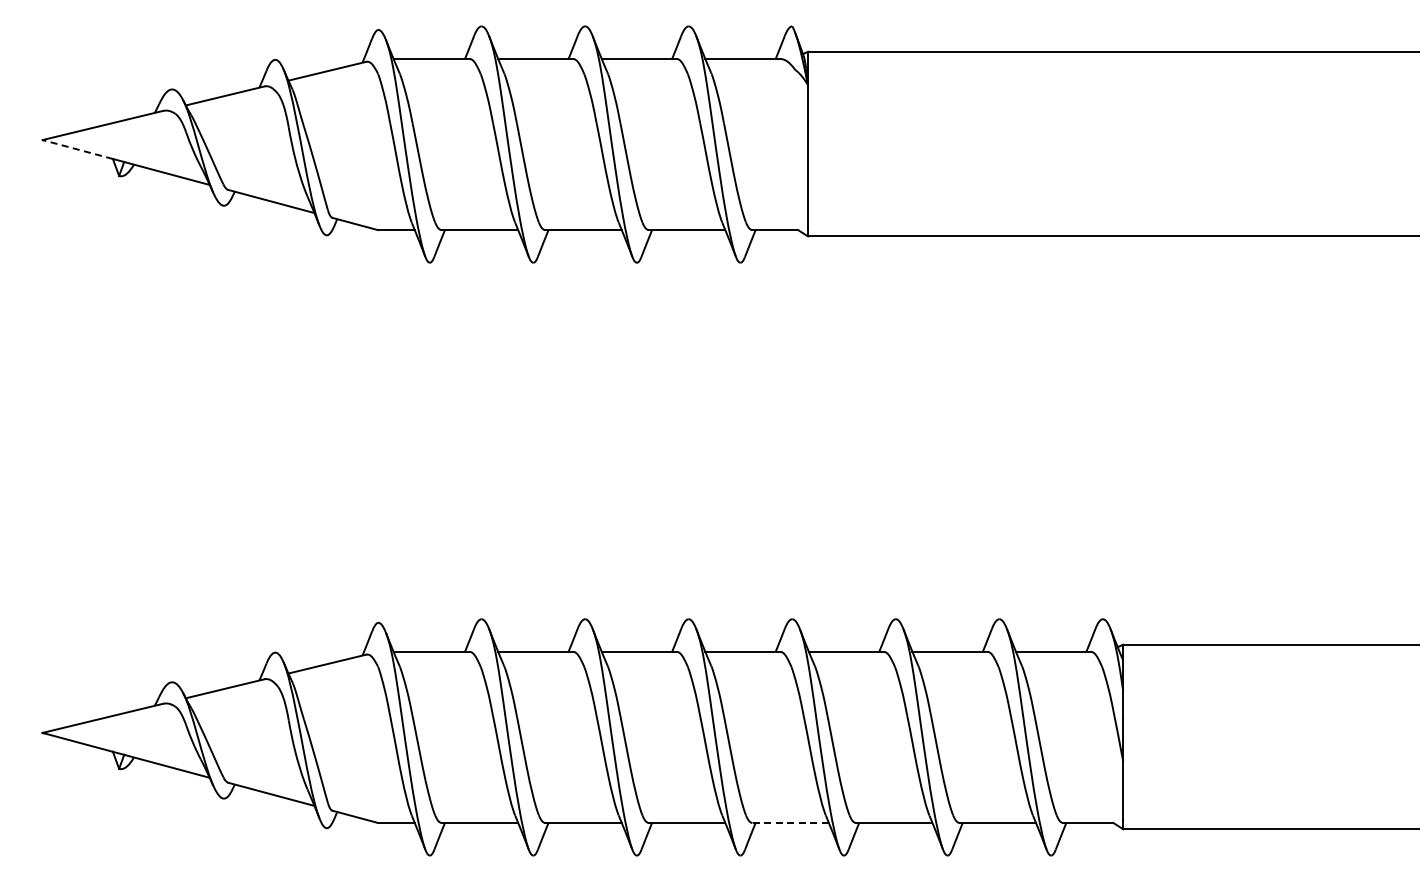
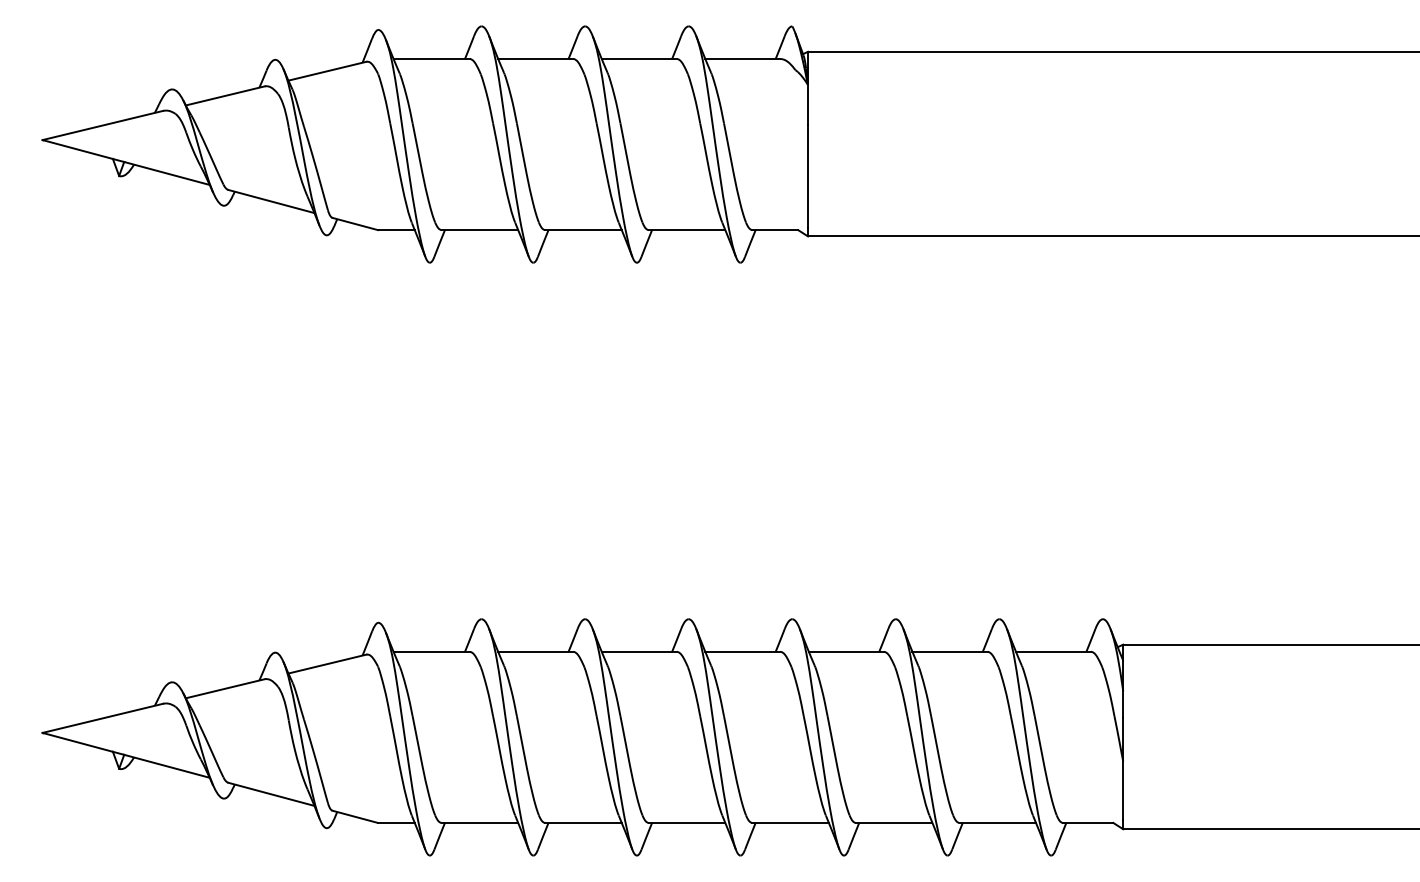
line at (77, 149): dashed -> solid
line at (790, 822): dashed -> solid
